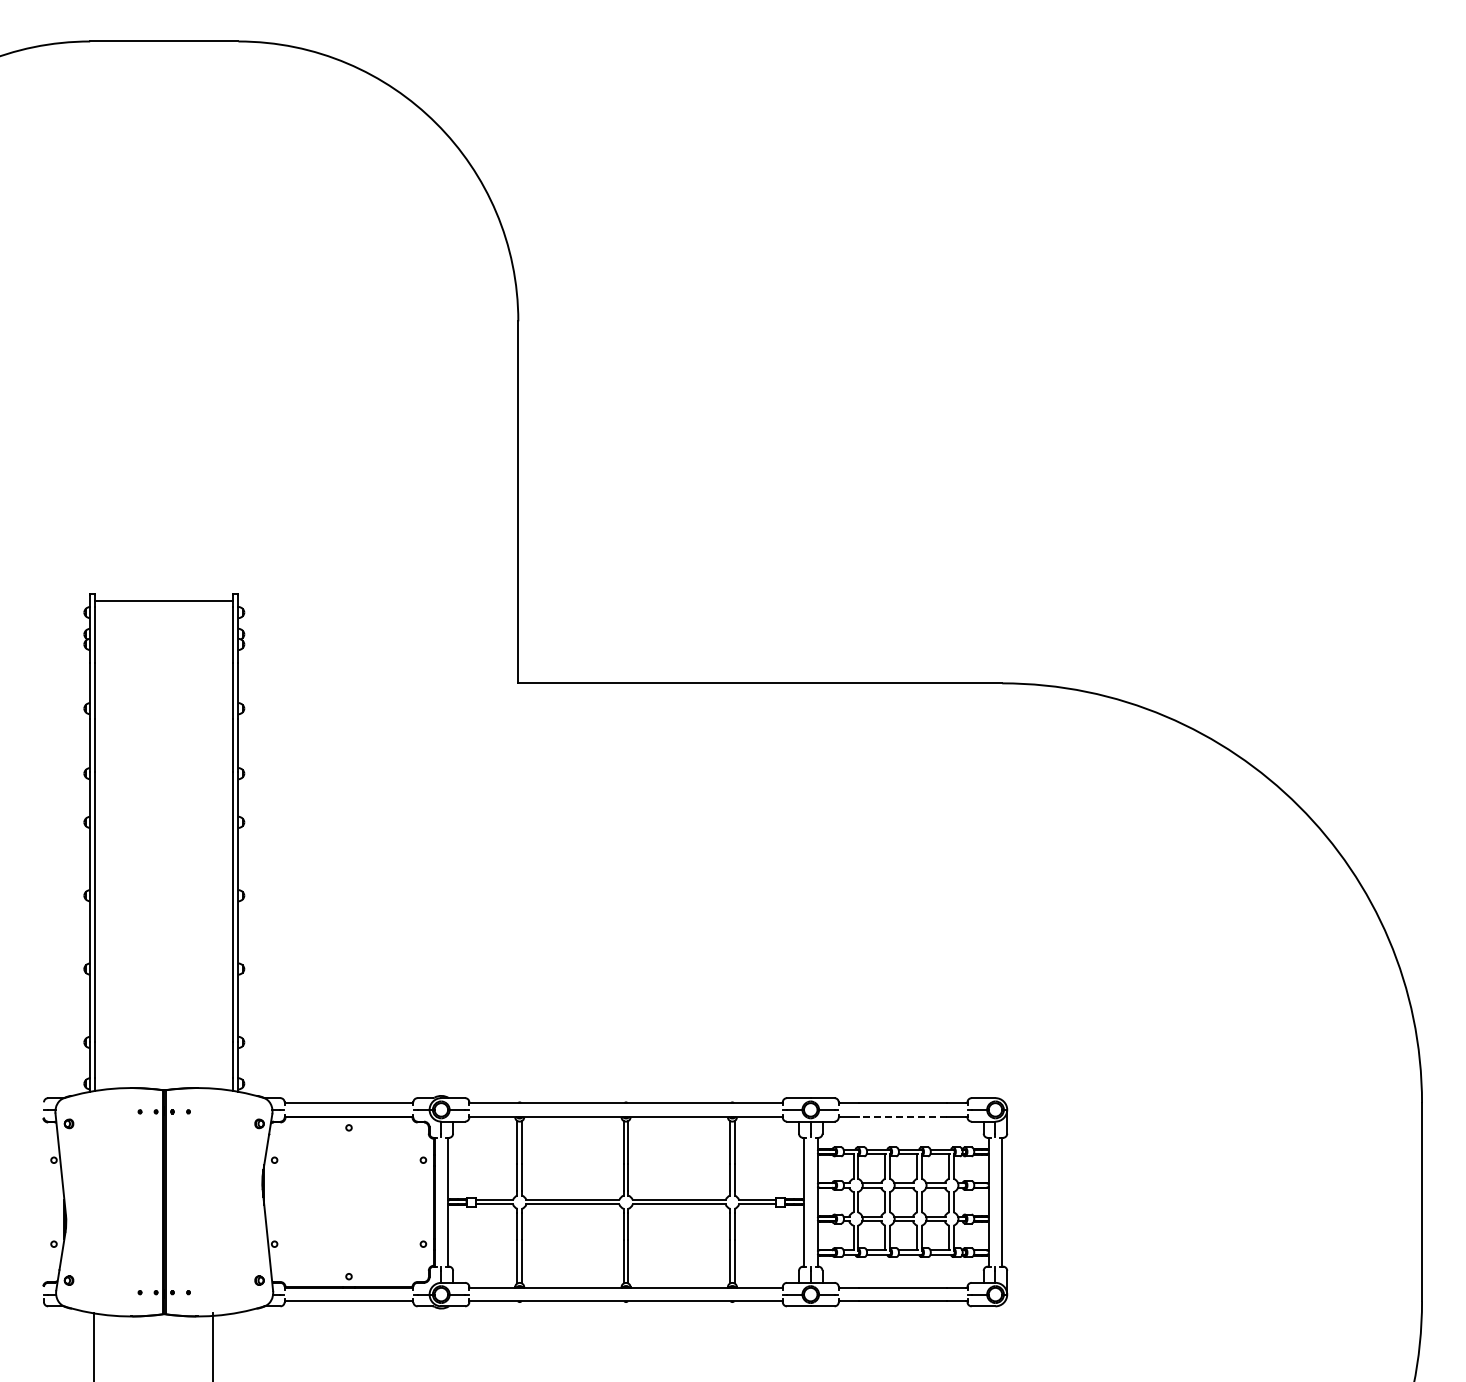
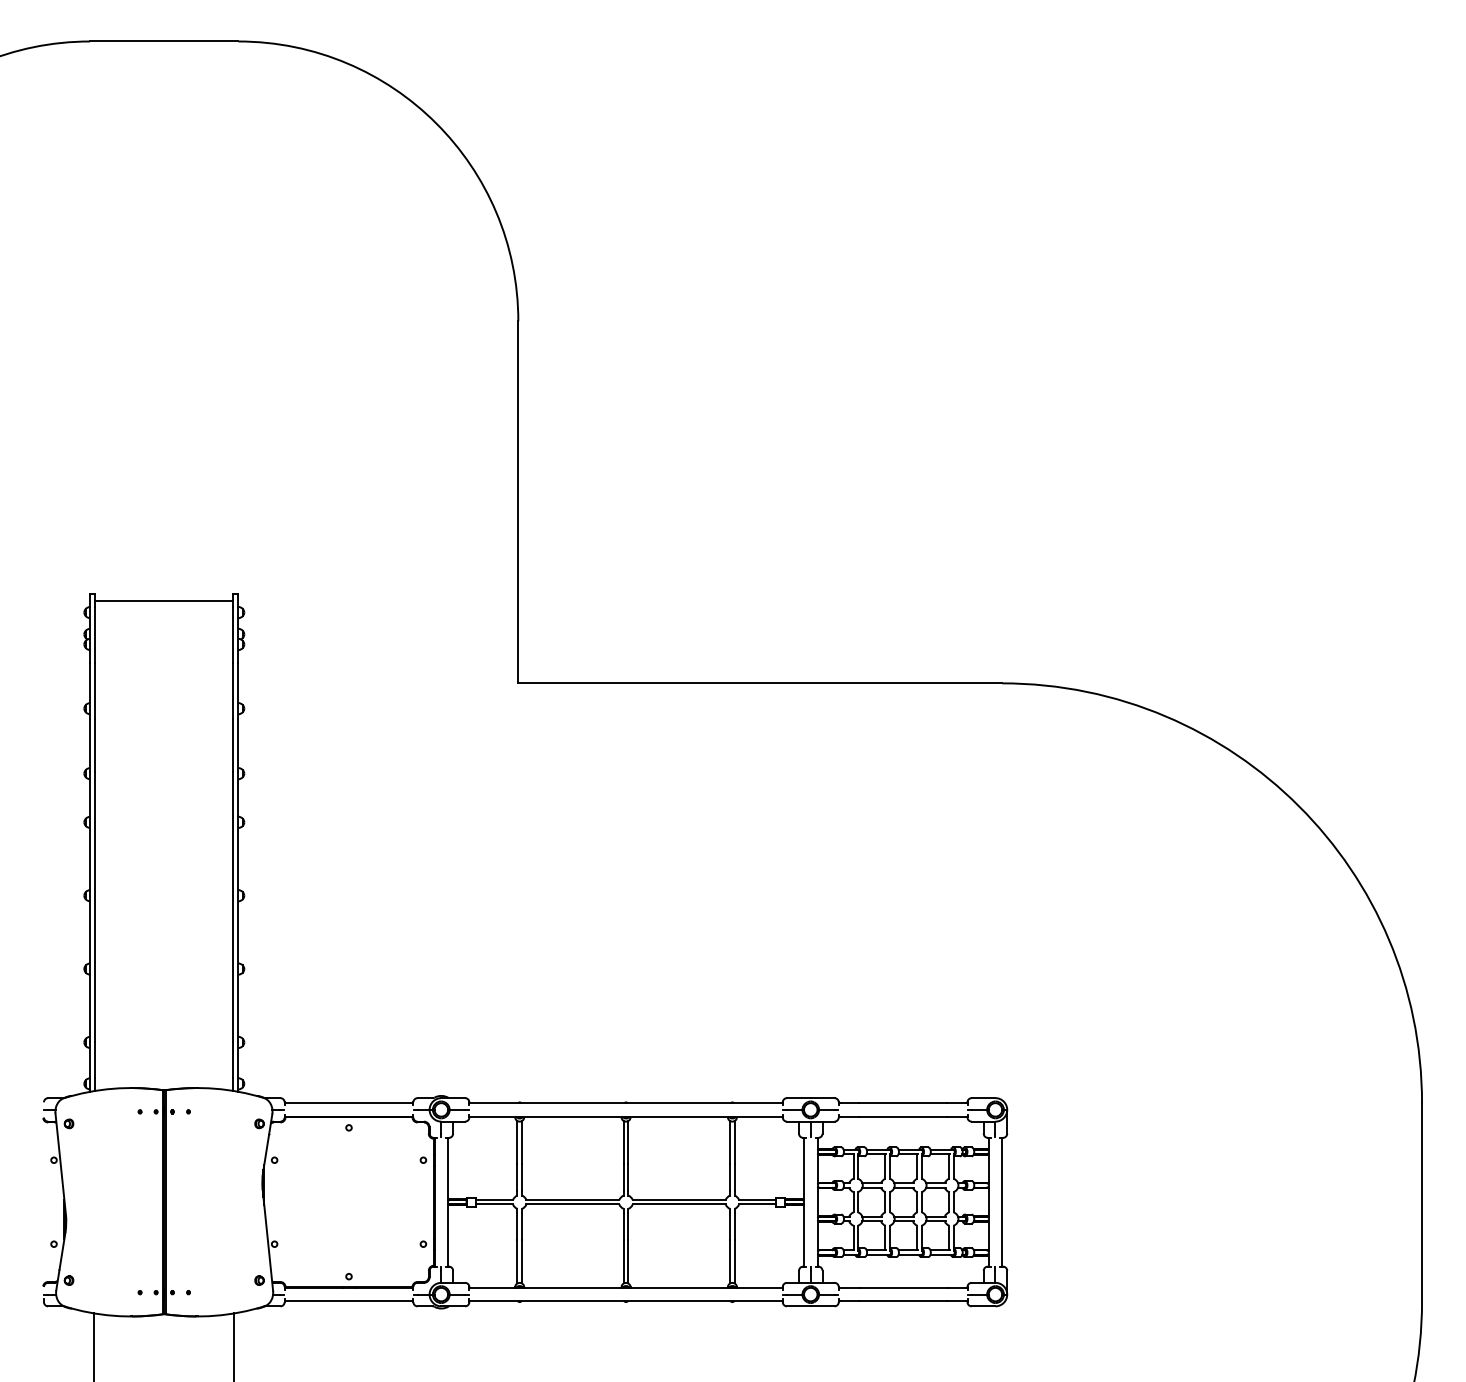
line at (902, 1116): dashed -> solid
line at (213, 1345) position: (213, 1345) -> (234, 1345)
